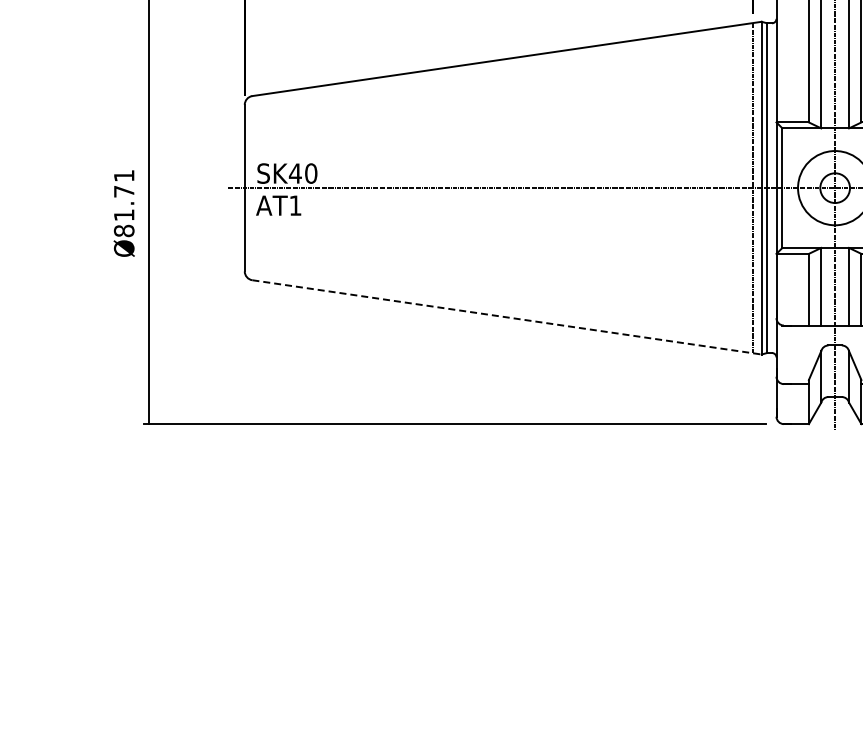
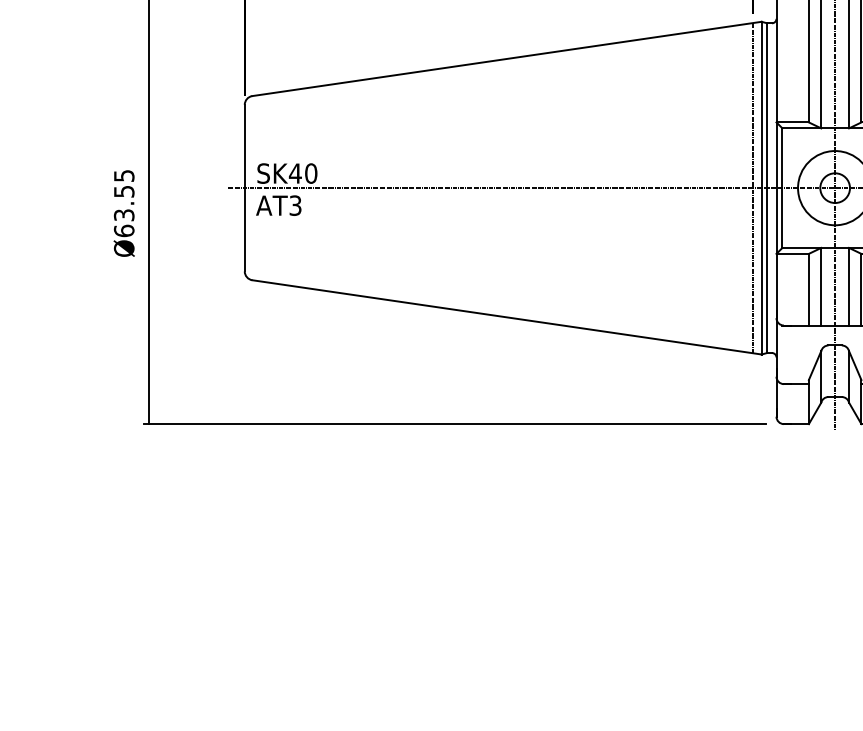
text at (123, 203): Ø81.71 -> Ø63.55
text at (295, 205): AT1 -> AT3
line at (507, 317): dashed -> solid
